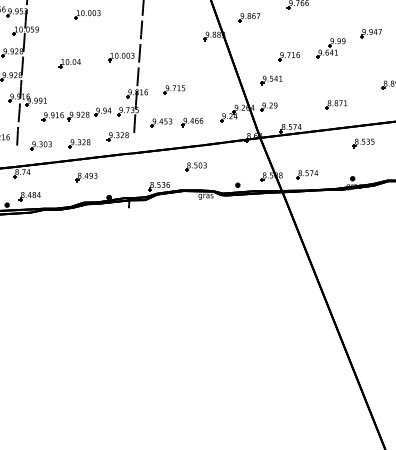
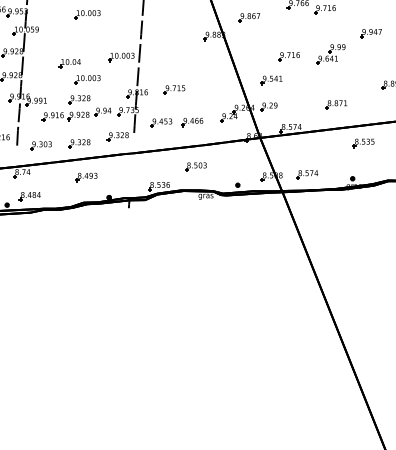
part at (324, 9): none -> present
part at (330, 48) position: (330, 48) -> (330, 54)
part at (87, 79): none -> present
part at (79, 99): none -> present
